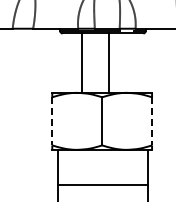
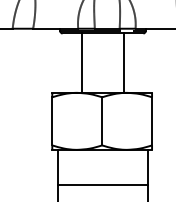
line at (109, 62) position: (109, 62) -> (124, 62)
line at (52, 121): dashed -> solid
line at (152, 121): dashed -> solid
